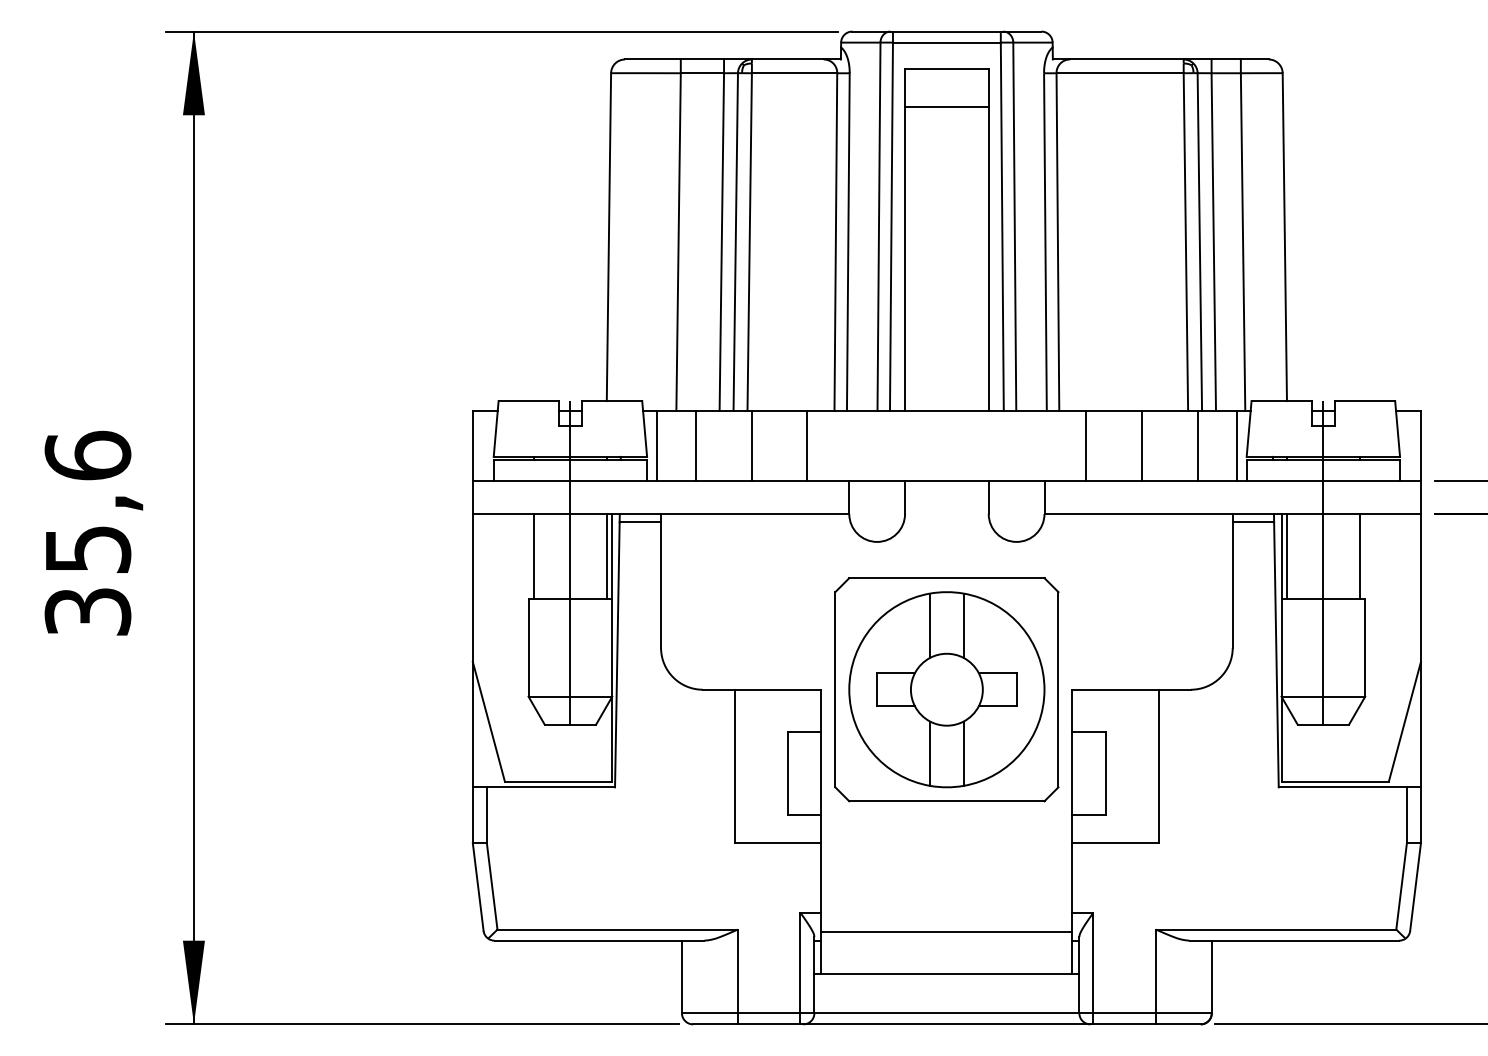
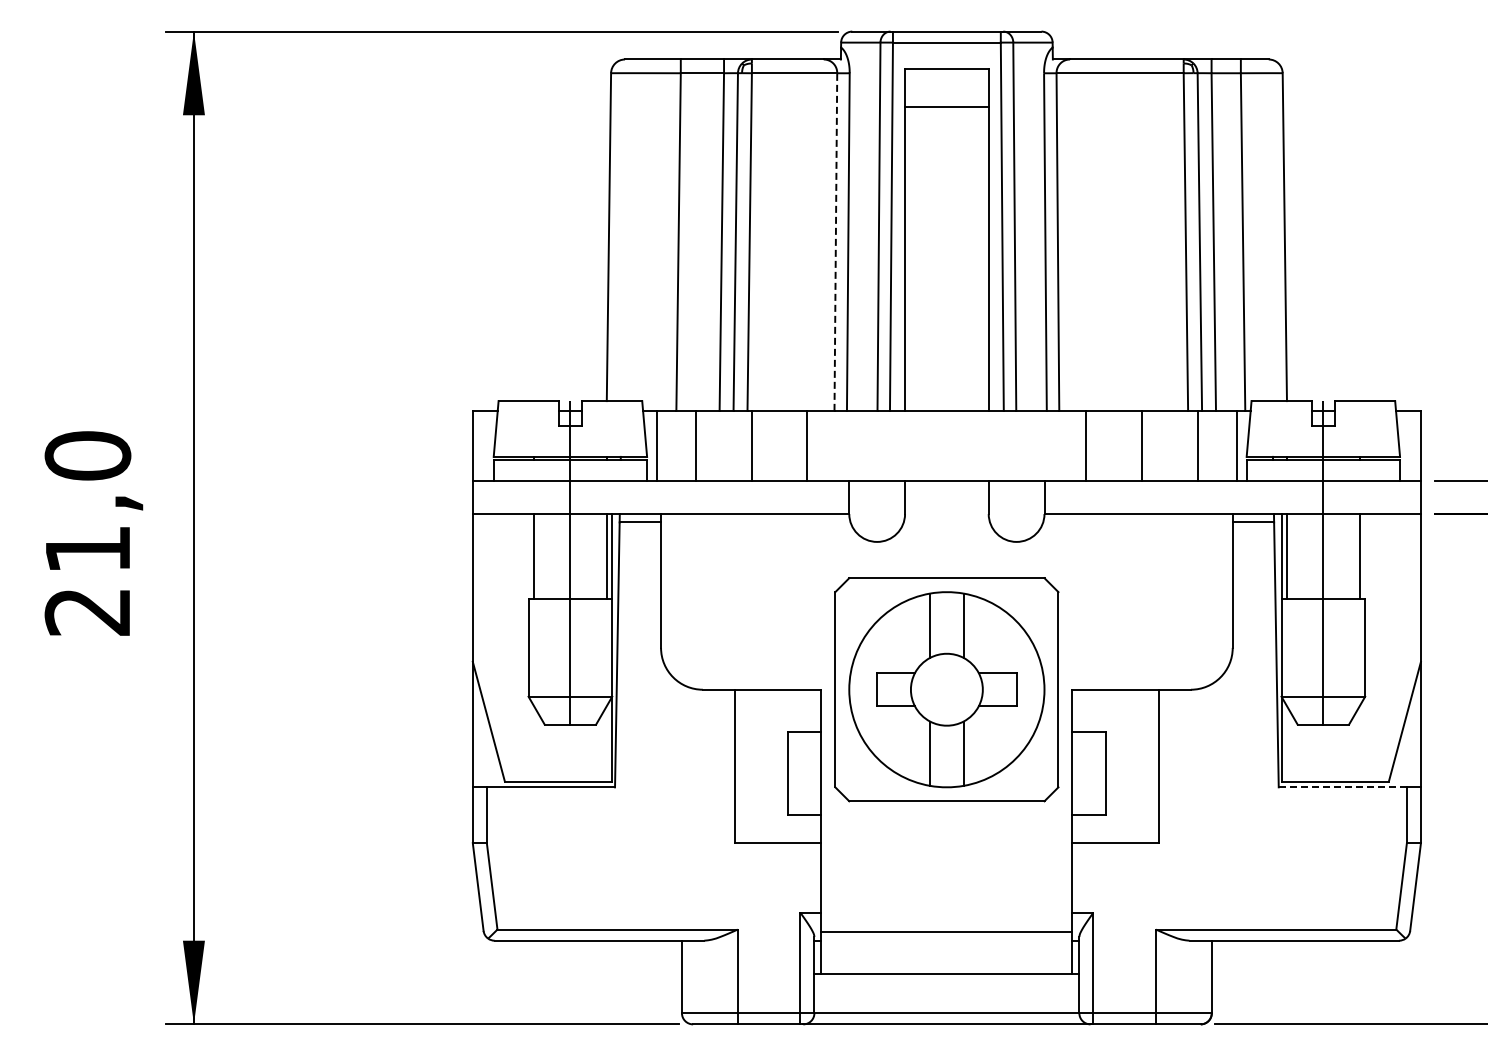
line at (835, 242): solid -> dashed
text at (87, 532): 35,6 -> 21,0
line at (1343, 787): solid -> dashed
